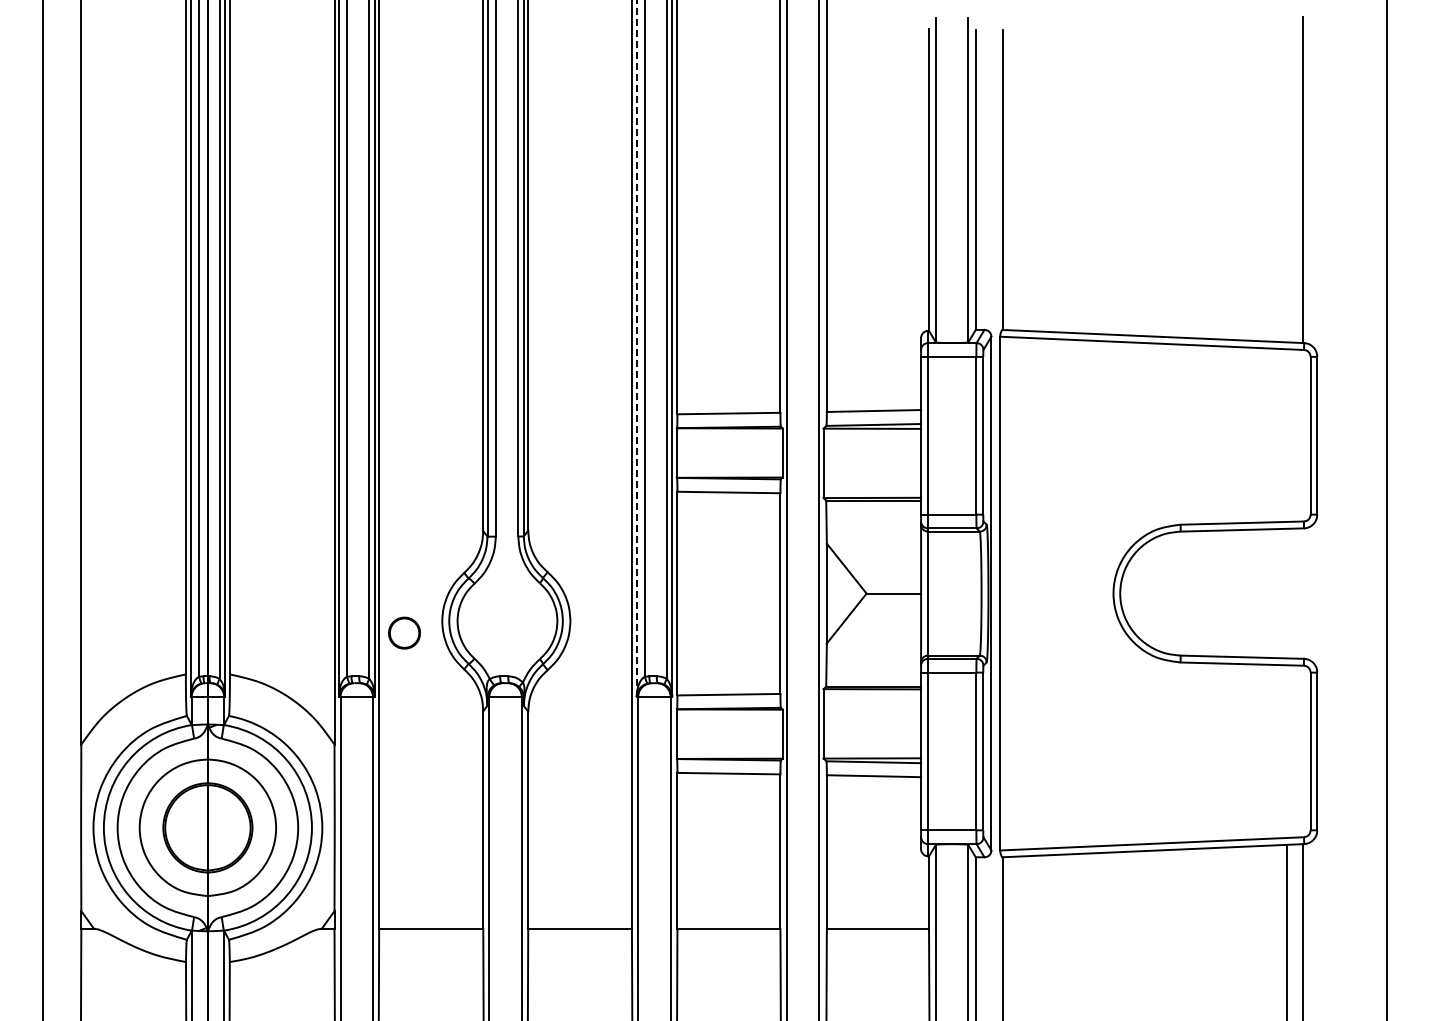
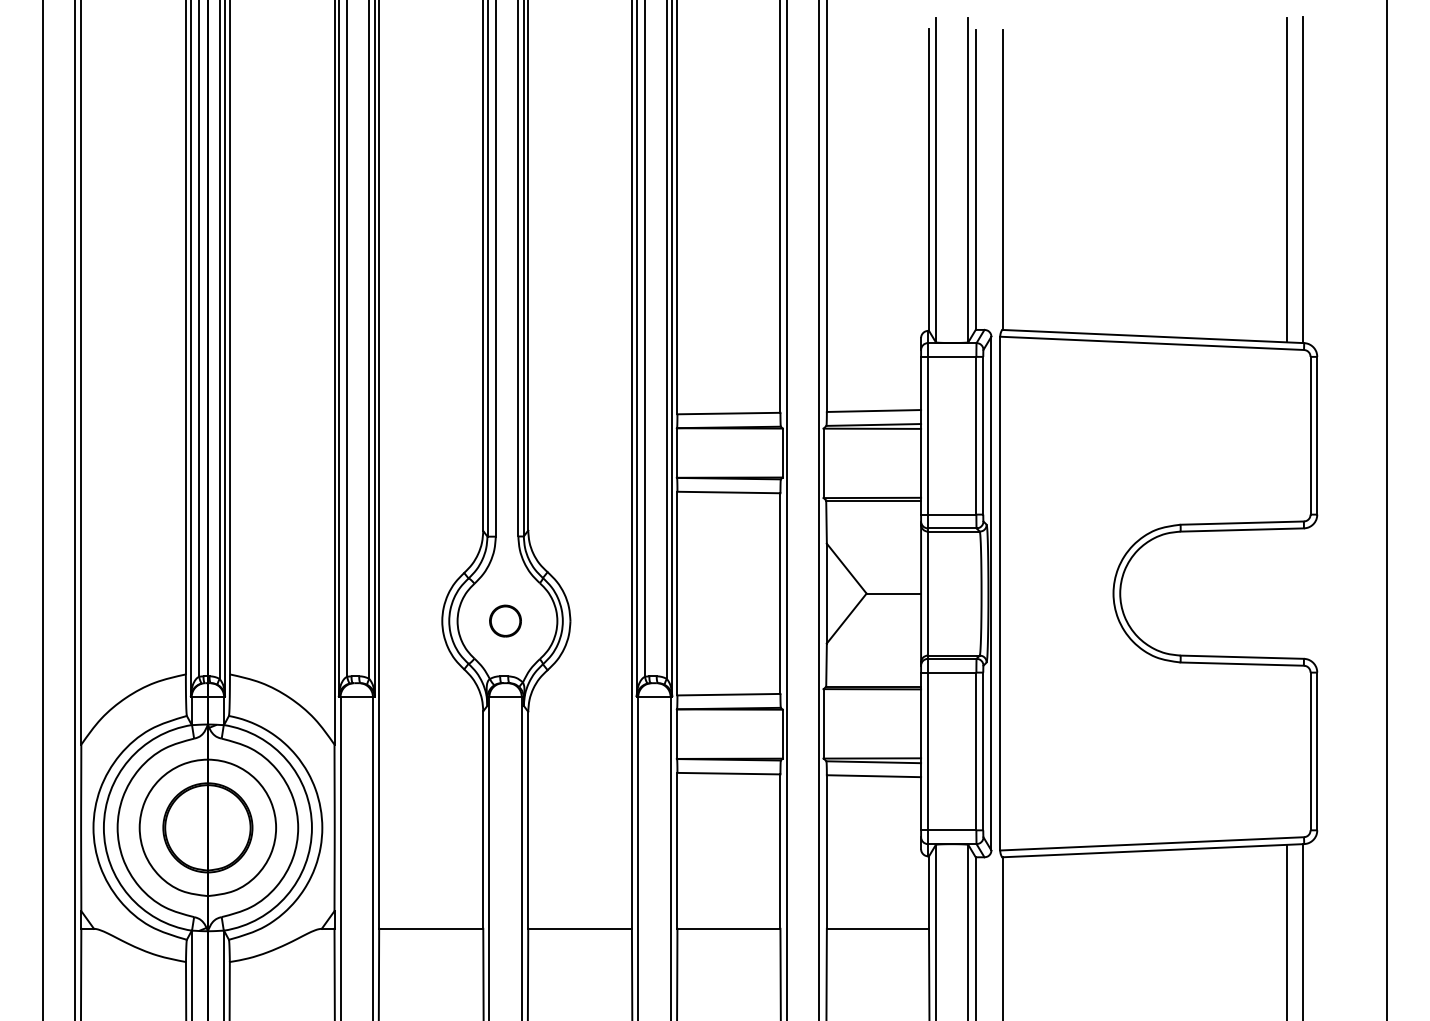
line at (1286, 180): none -> present
line at (636, 348): dashed -> solid
line at (75, 509): none -> present
part at (404, 632) position: (404, 632) -> (505, 620)
